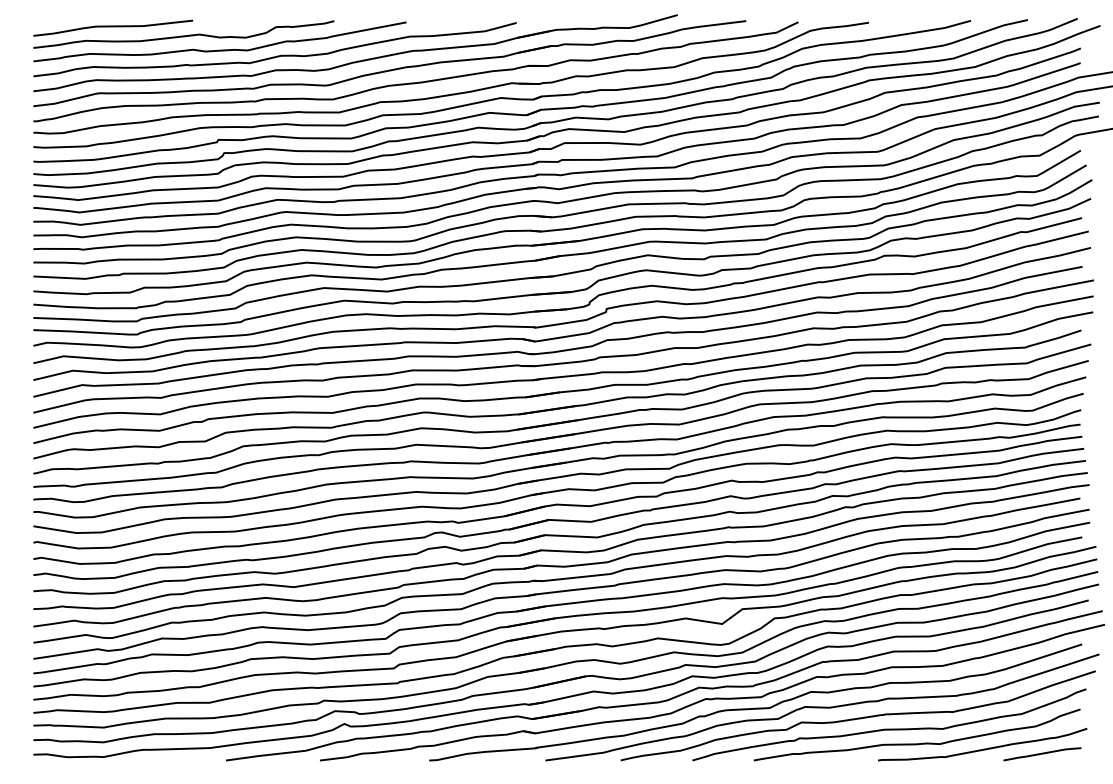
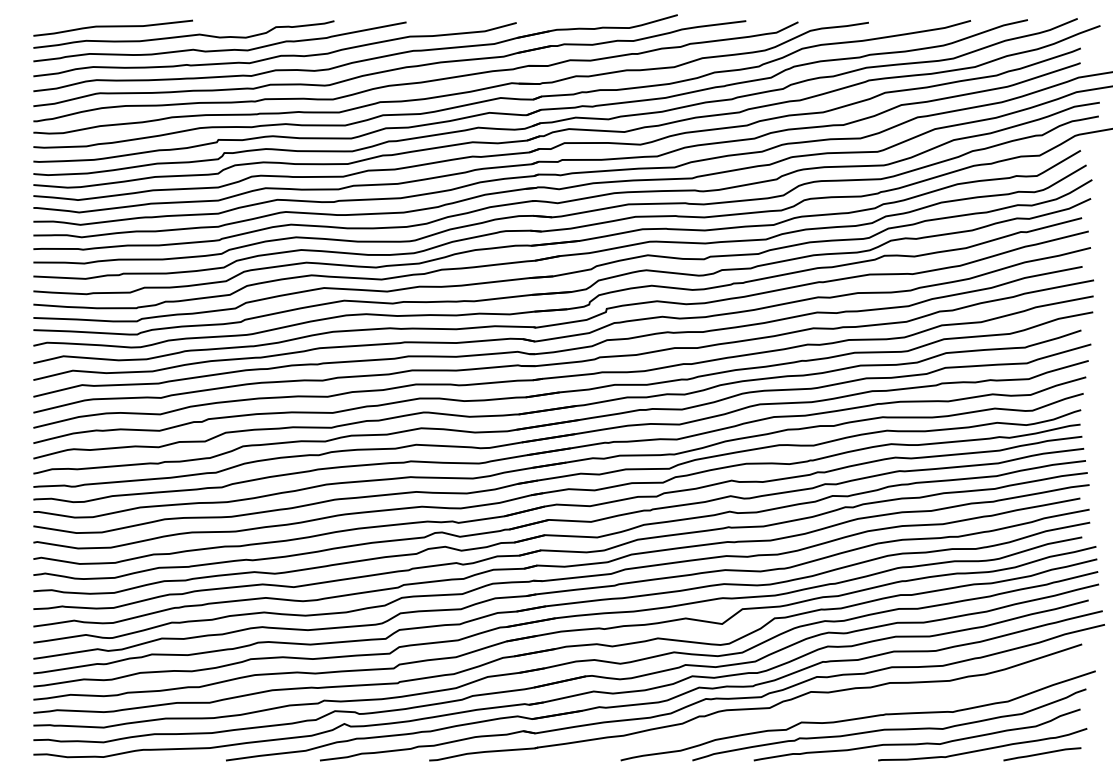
curve at (822, 707): present -> none
